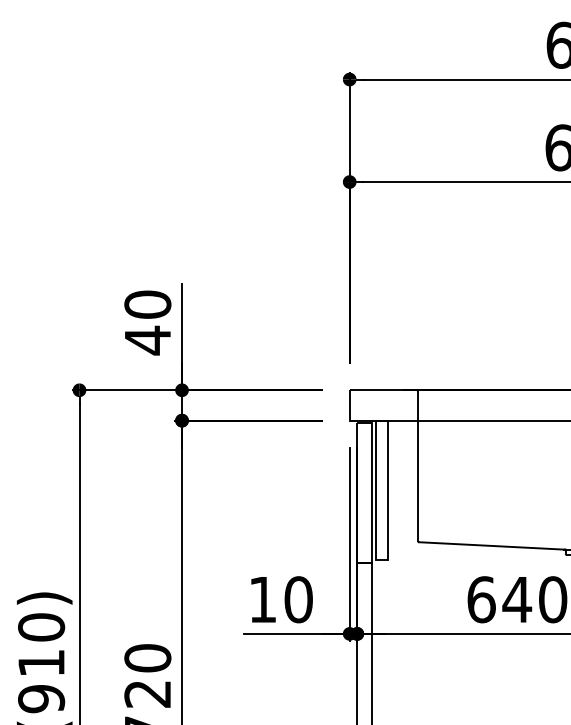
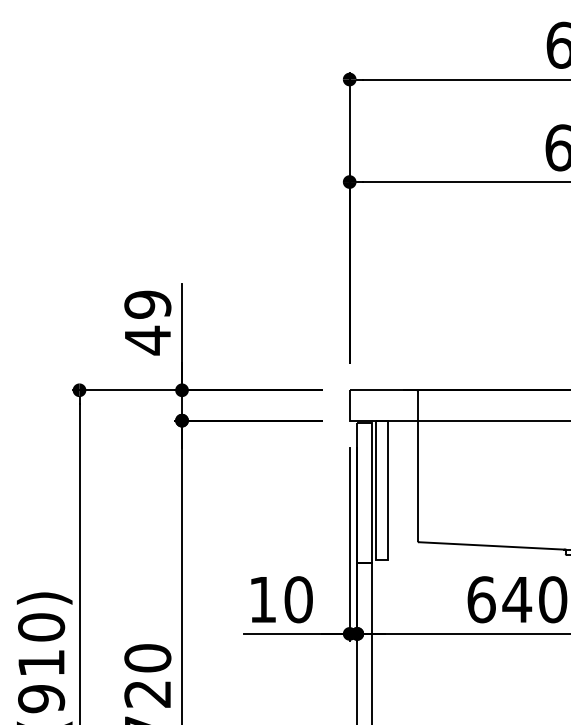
text at (147, 304): 40 -> 49
